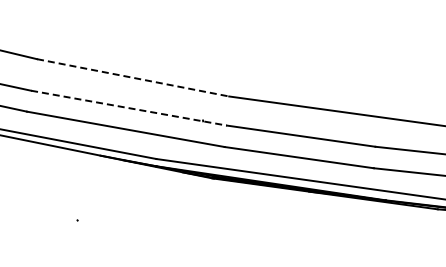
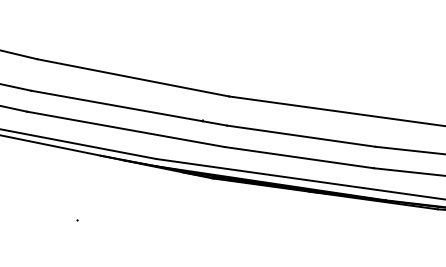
line at (133, 77): dashed -> solid
line at (129, 108): dashed -> solid
